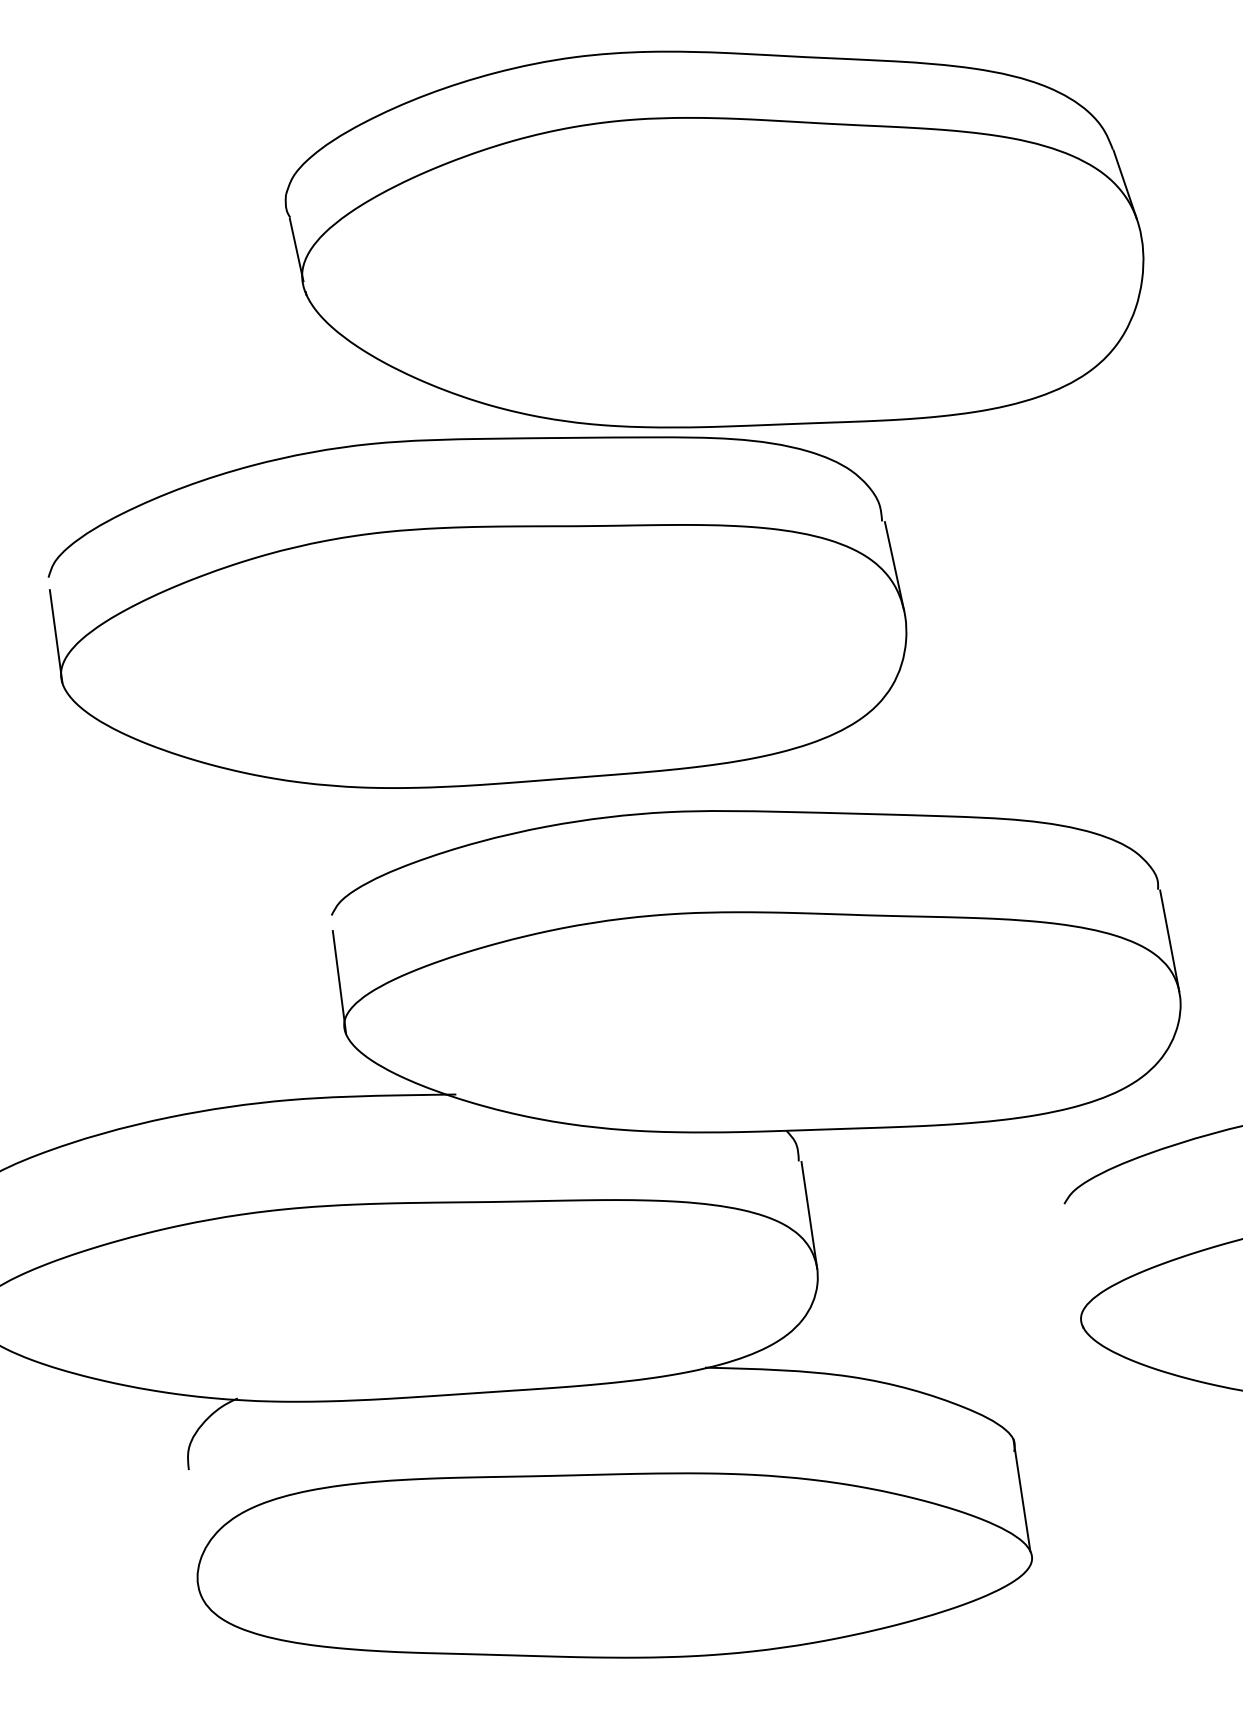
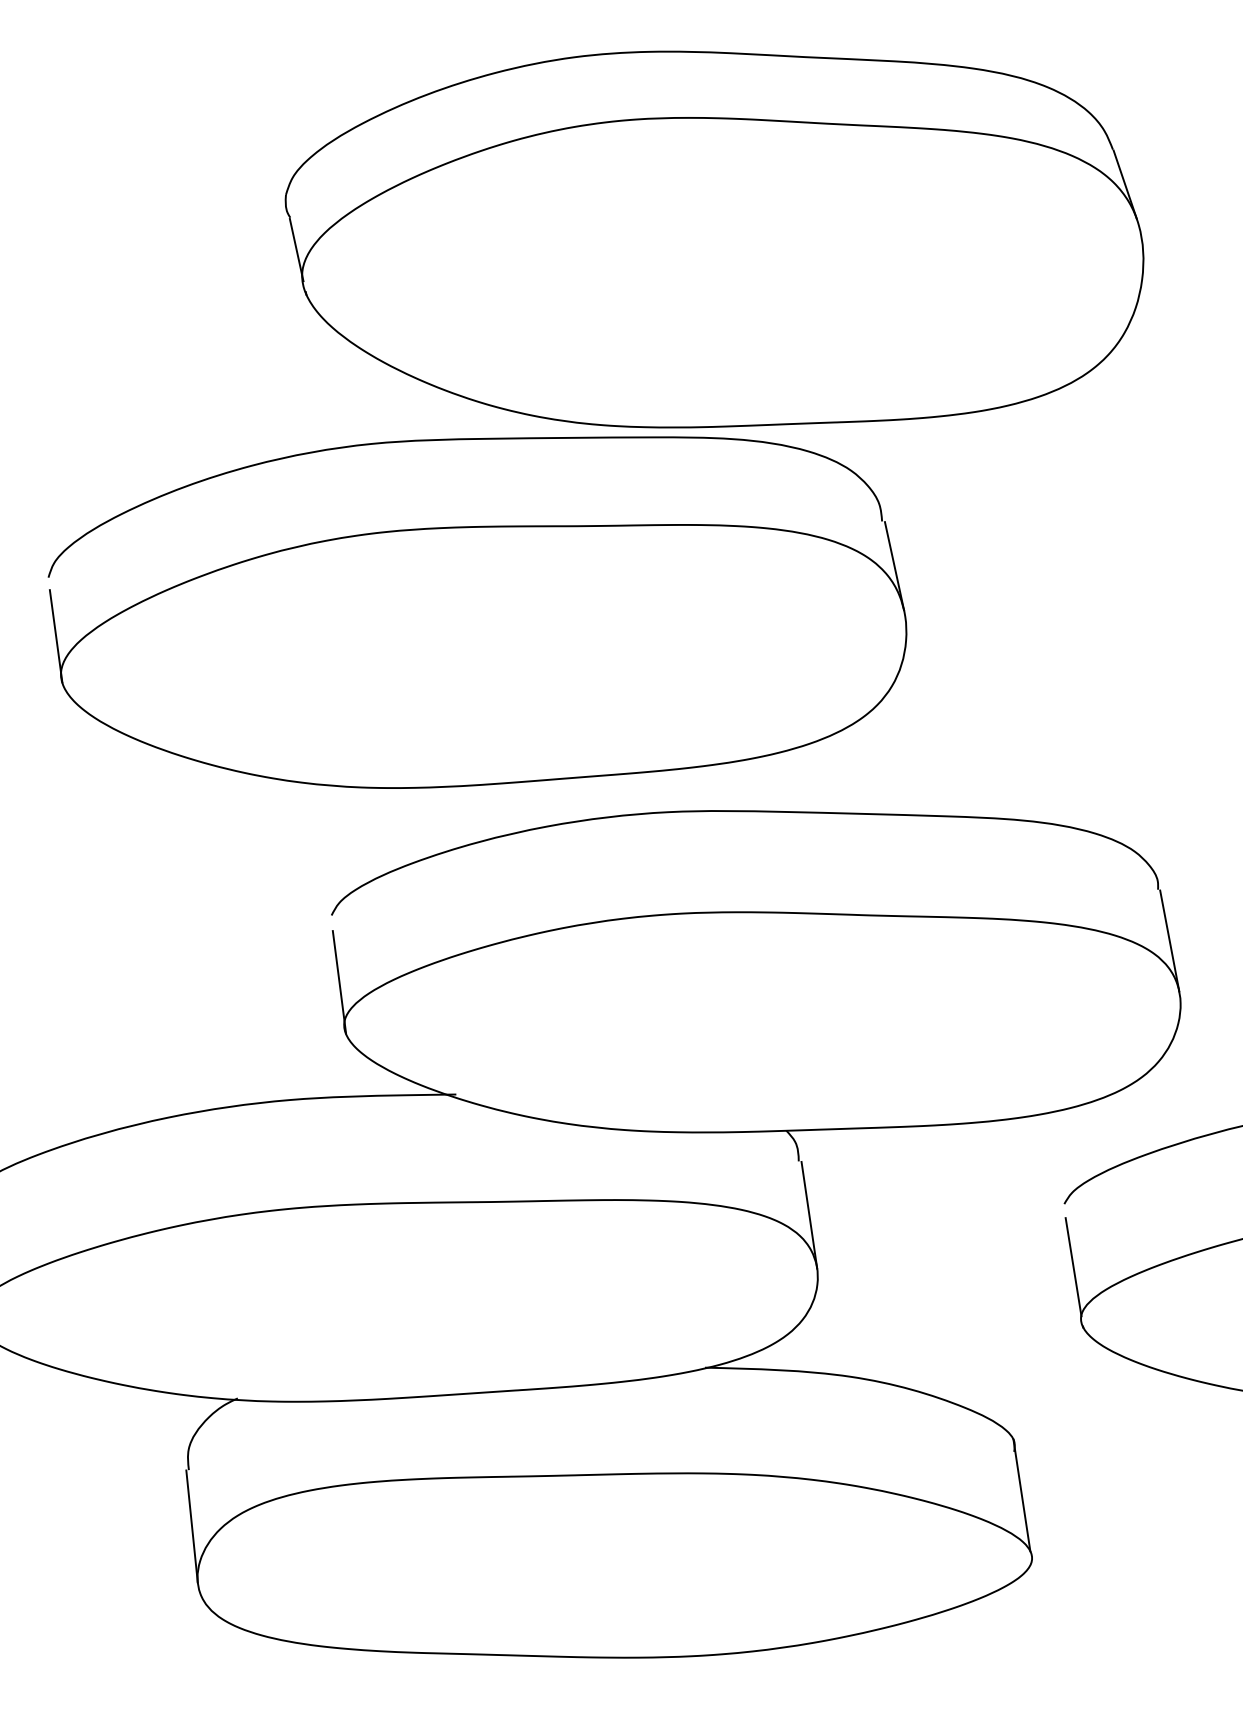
line at (1073, 1267): none -> present
line at (191, 1526): none -> present
